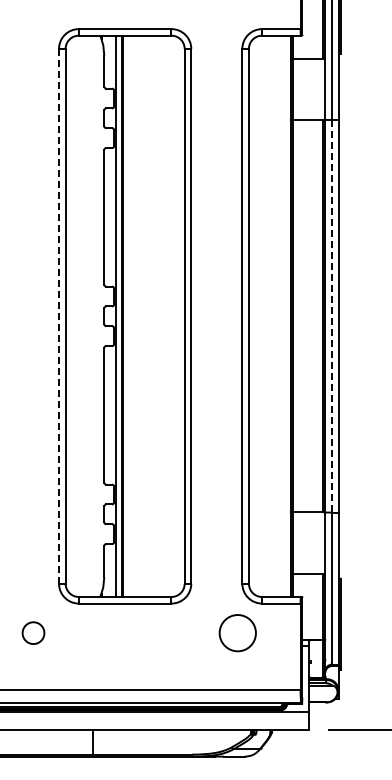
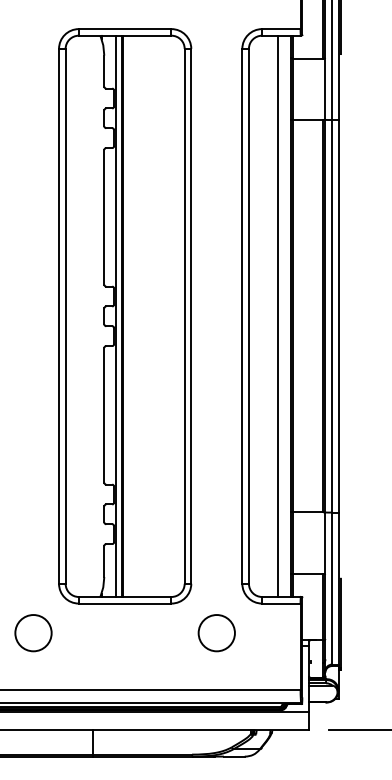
line at (59, 315): dashed -> solid
line at (277, 315): none -> present
line at (332, 316): dashed -> solid
circle at (33, 633) diameter: 22 px -> 36 px
circle at (237, 633) position: (237, 633) -> (216, 633)
